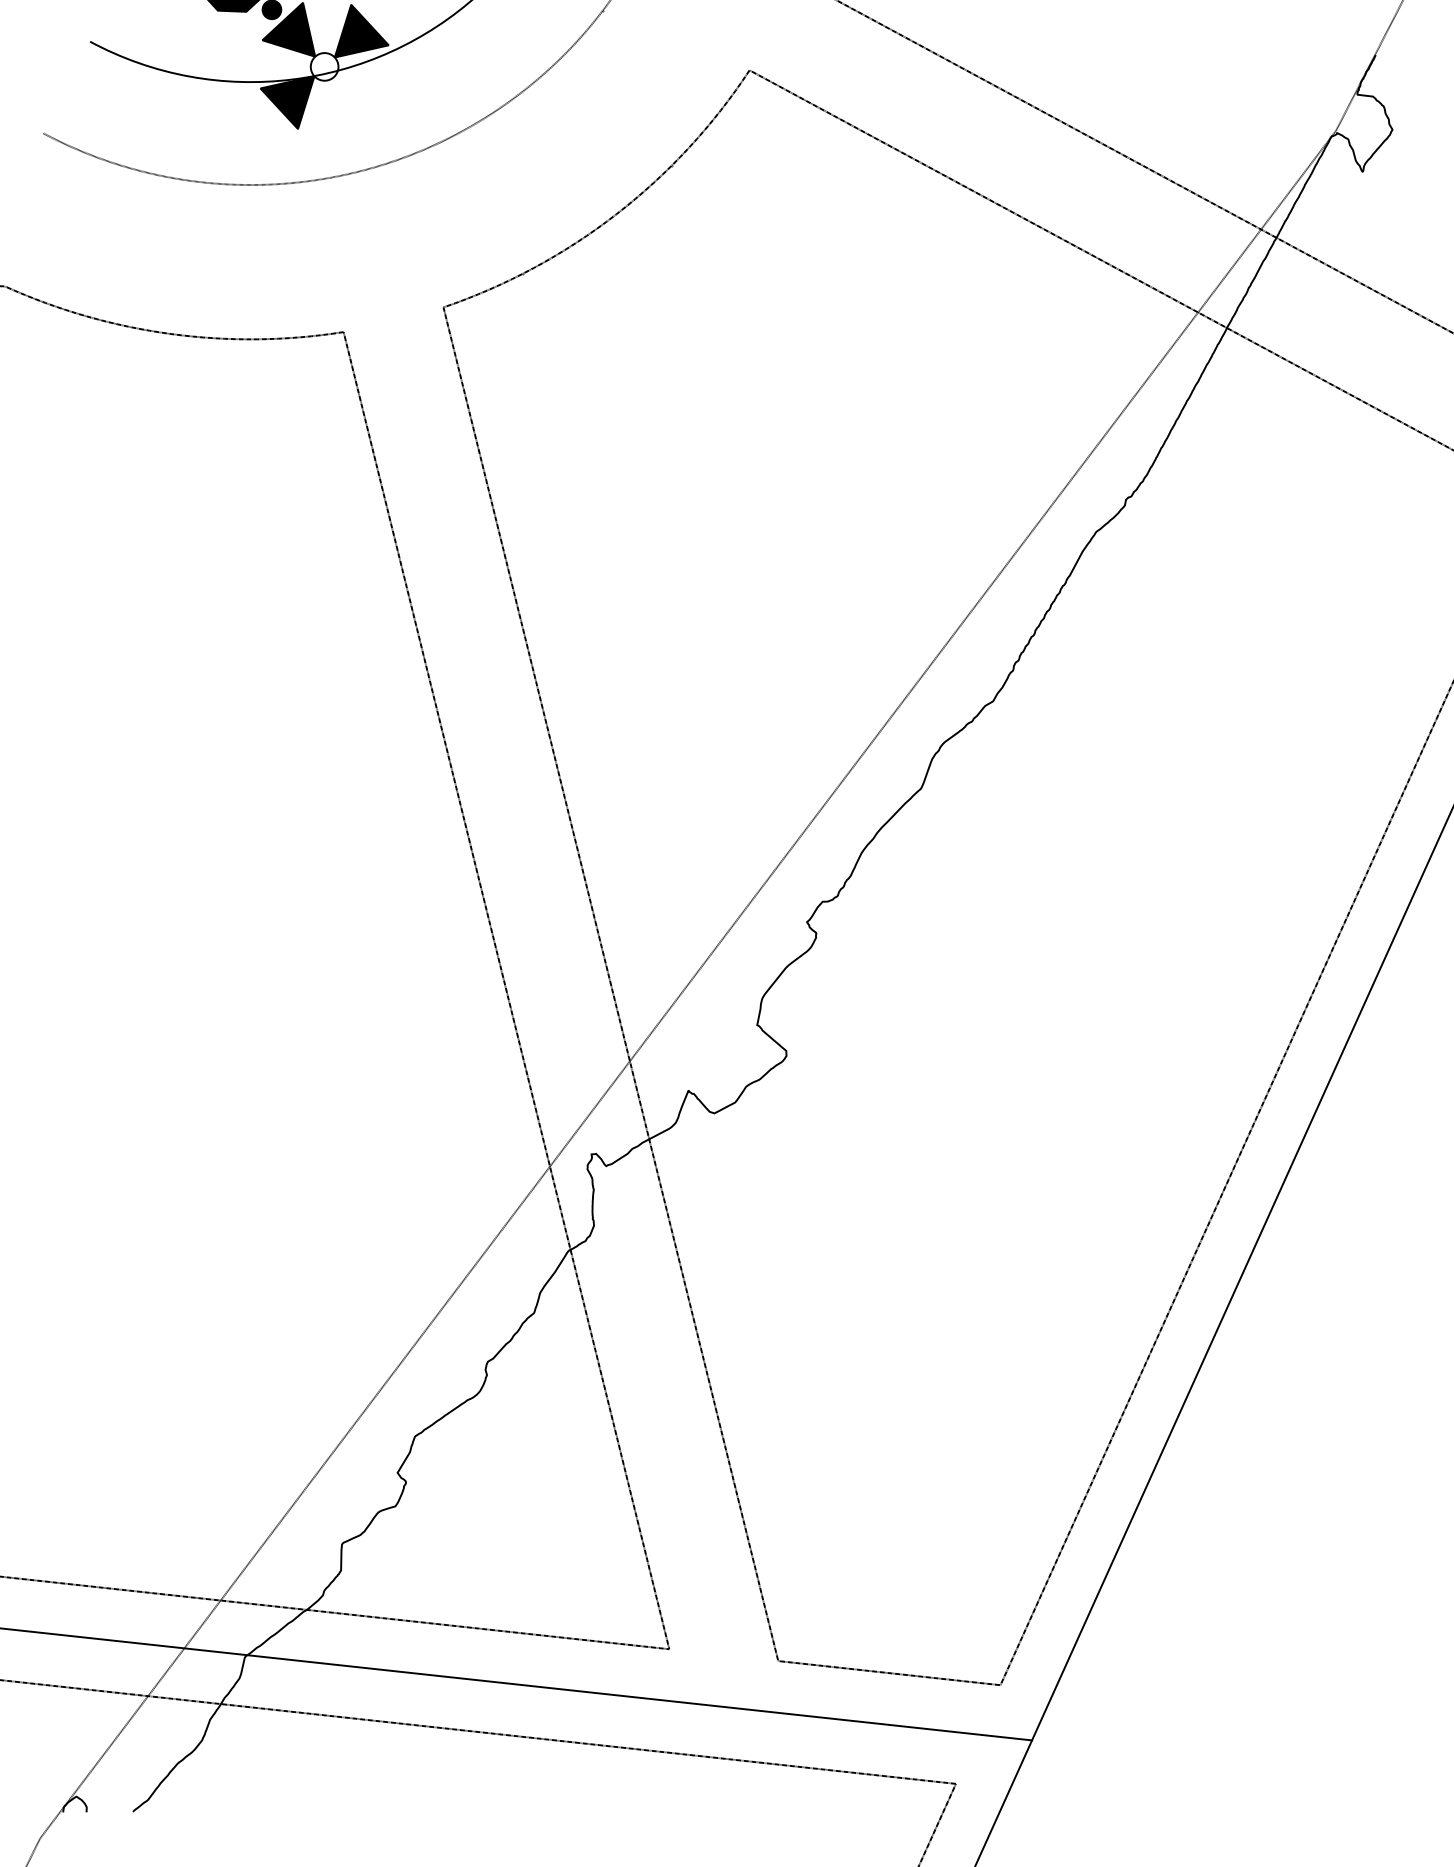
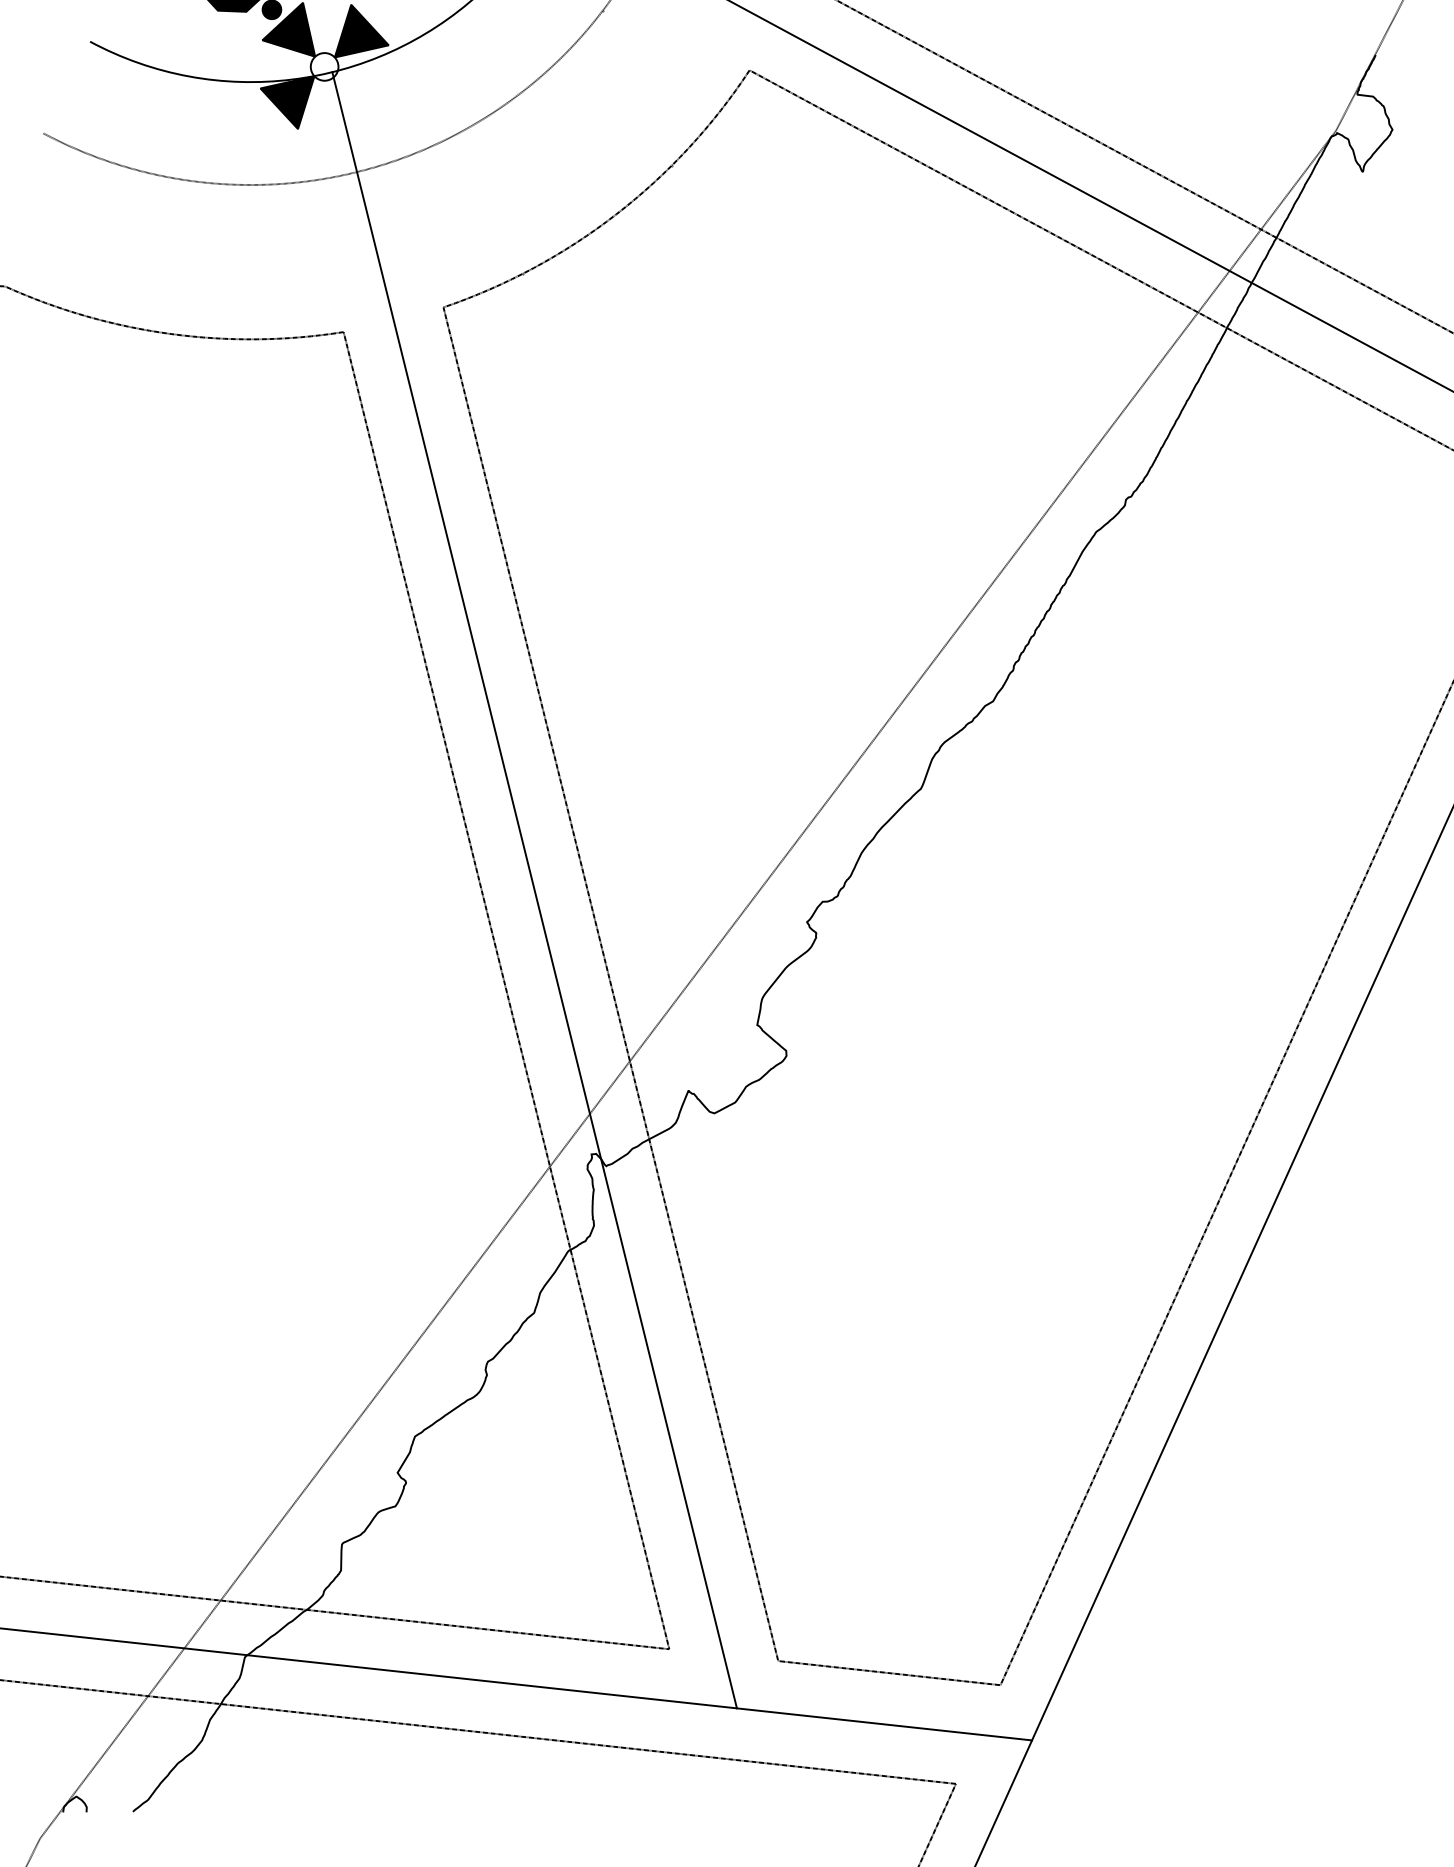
line at (1090, 196): none -> present
line at (534, 890): none -> present
